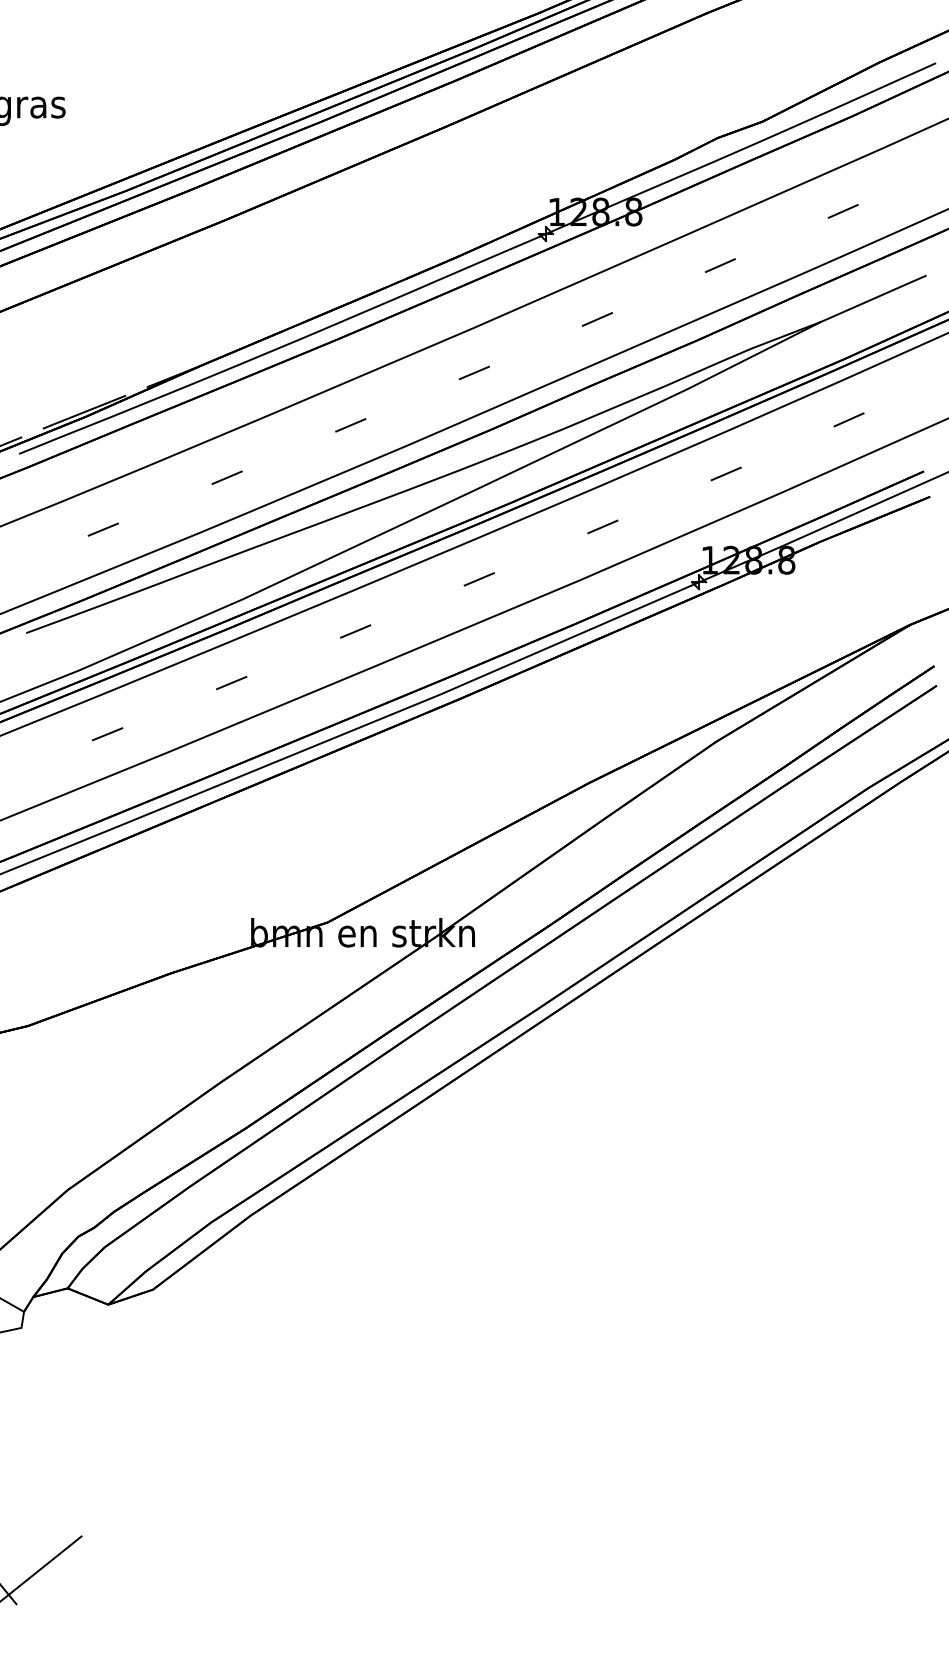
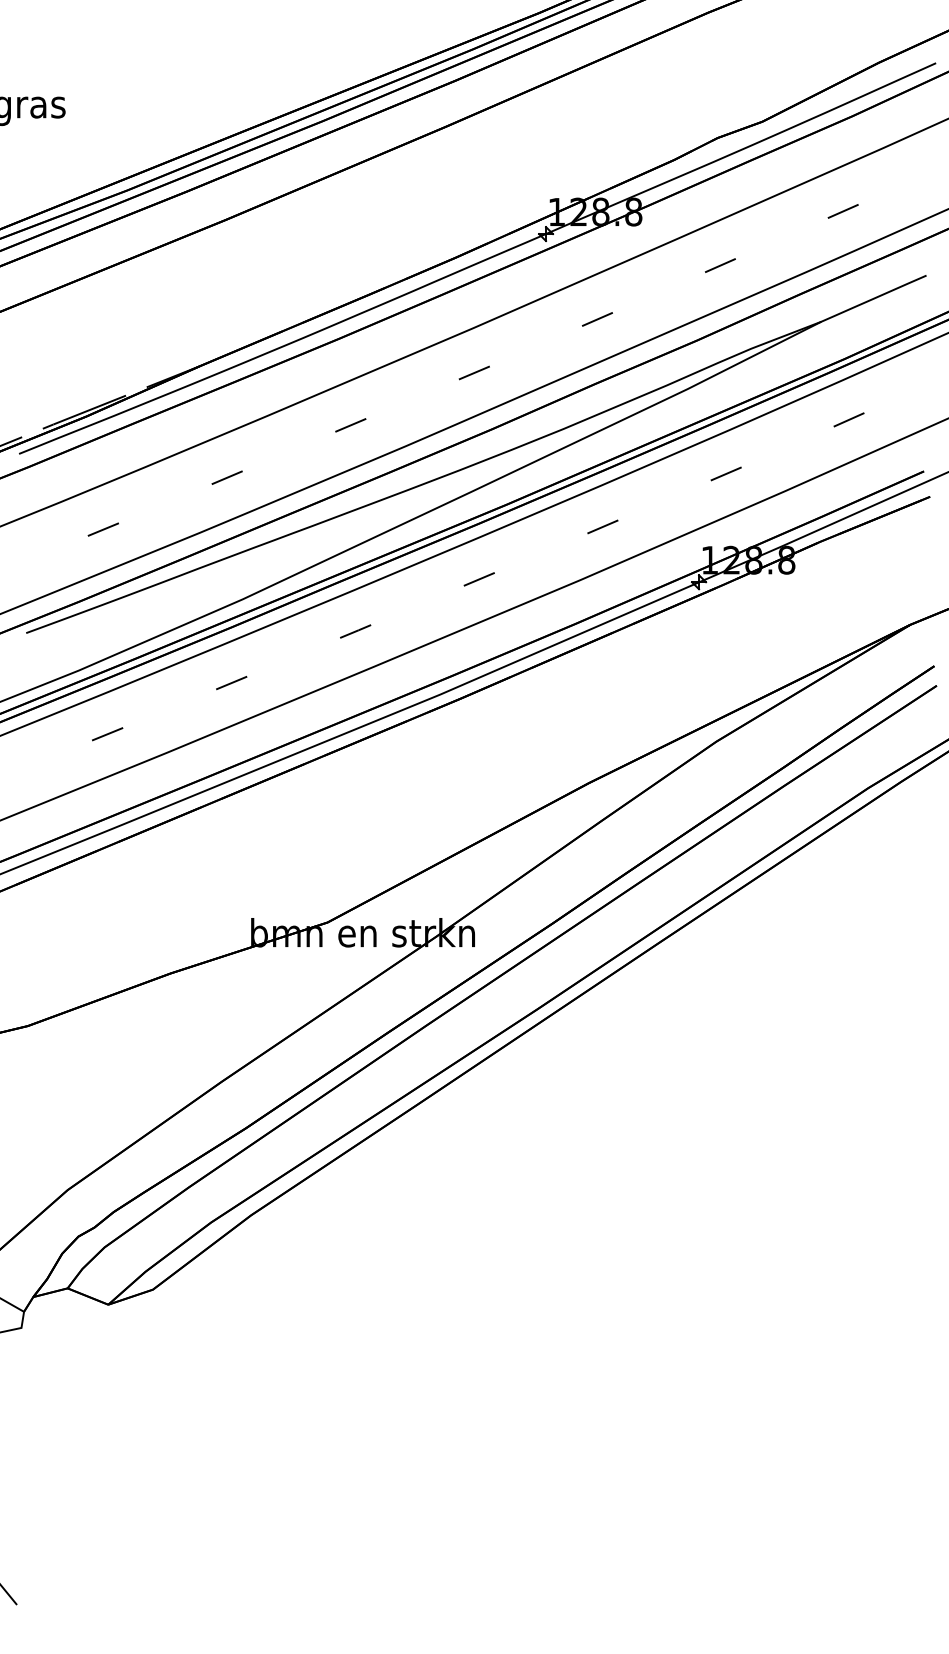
line at (41, 1567): present -> none
